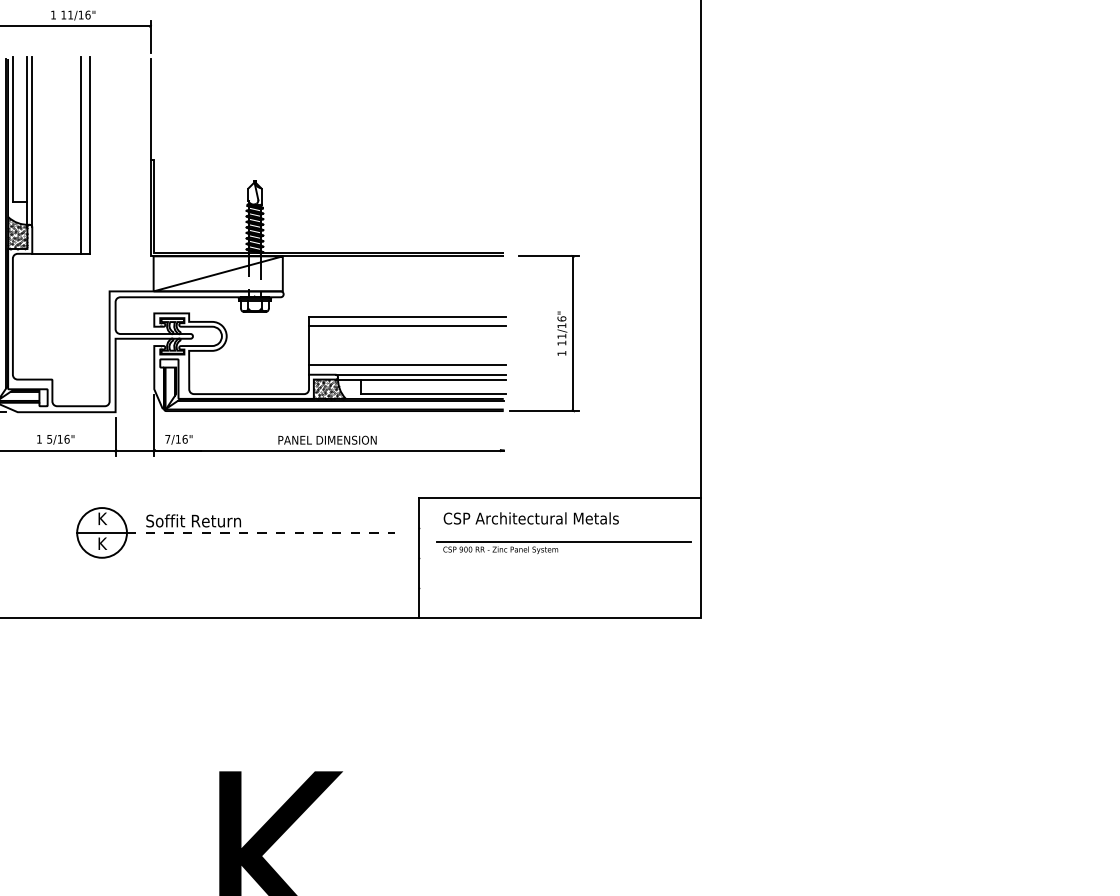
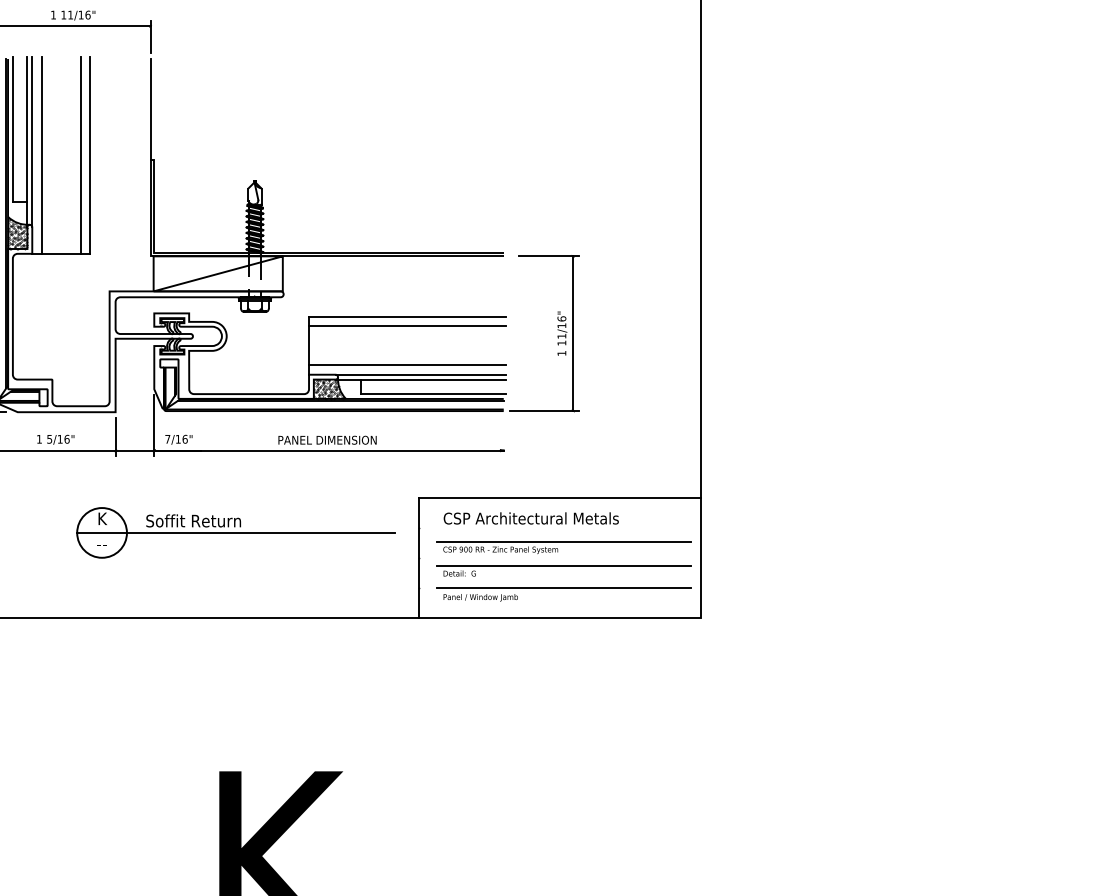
line at (41, 155): none -> present
line at (261, 532): dashed -> solid
text at (102, 543): K -> --
part at (563, 570): none -> present
part at (563, 594): none -> present
